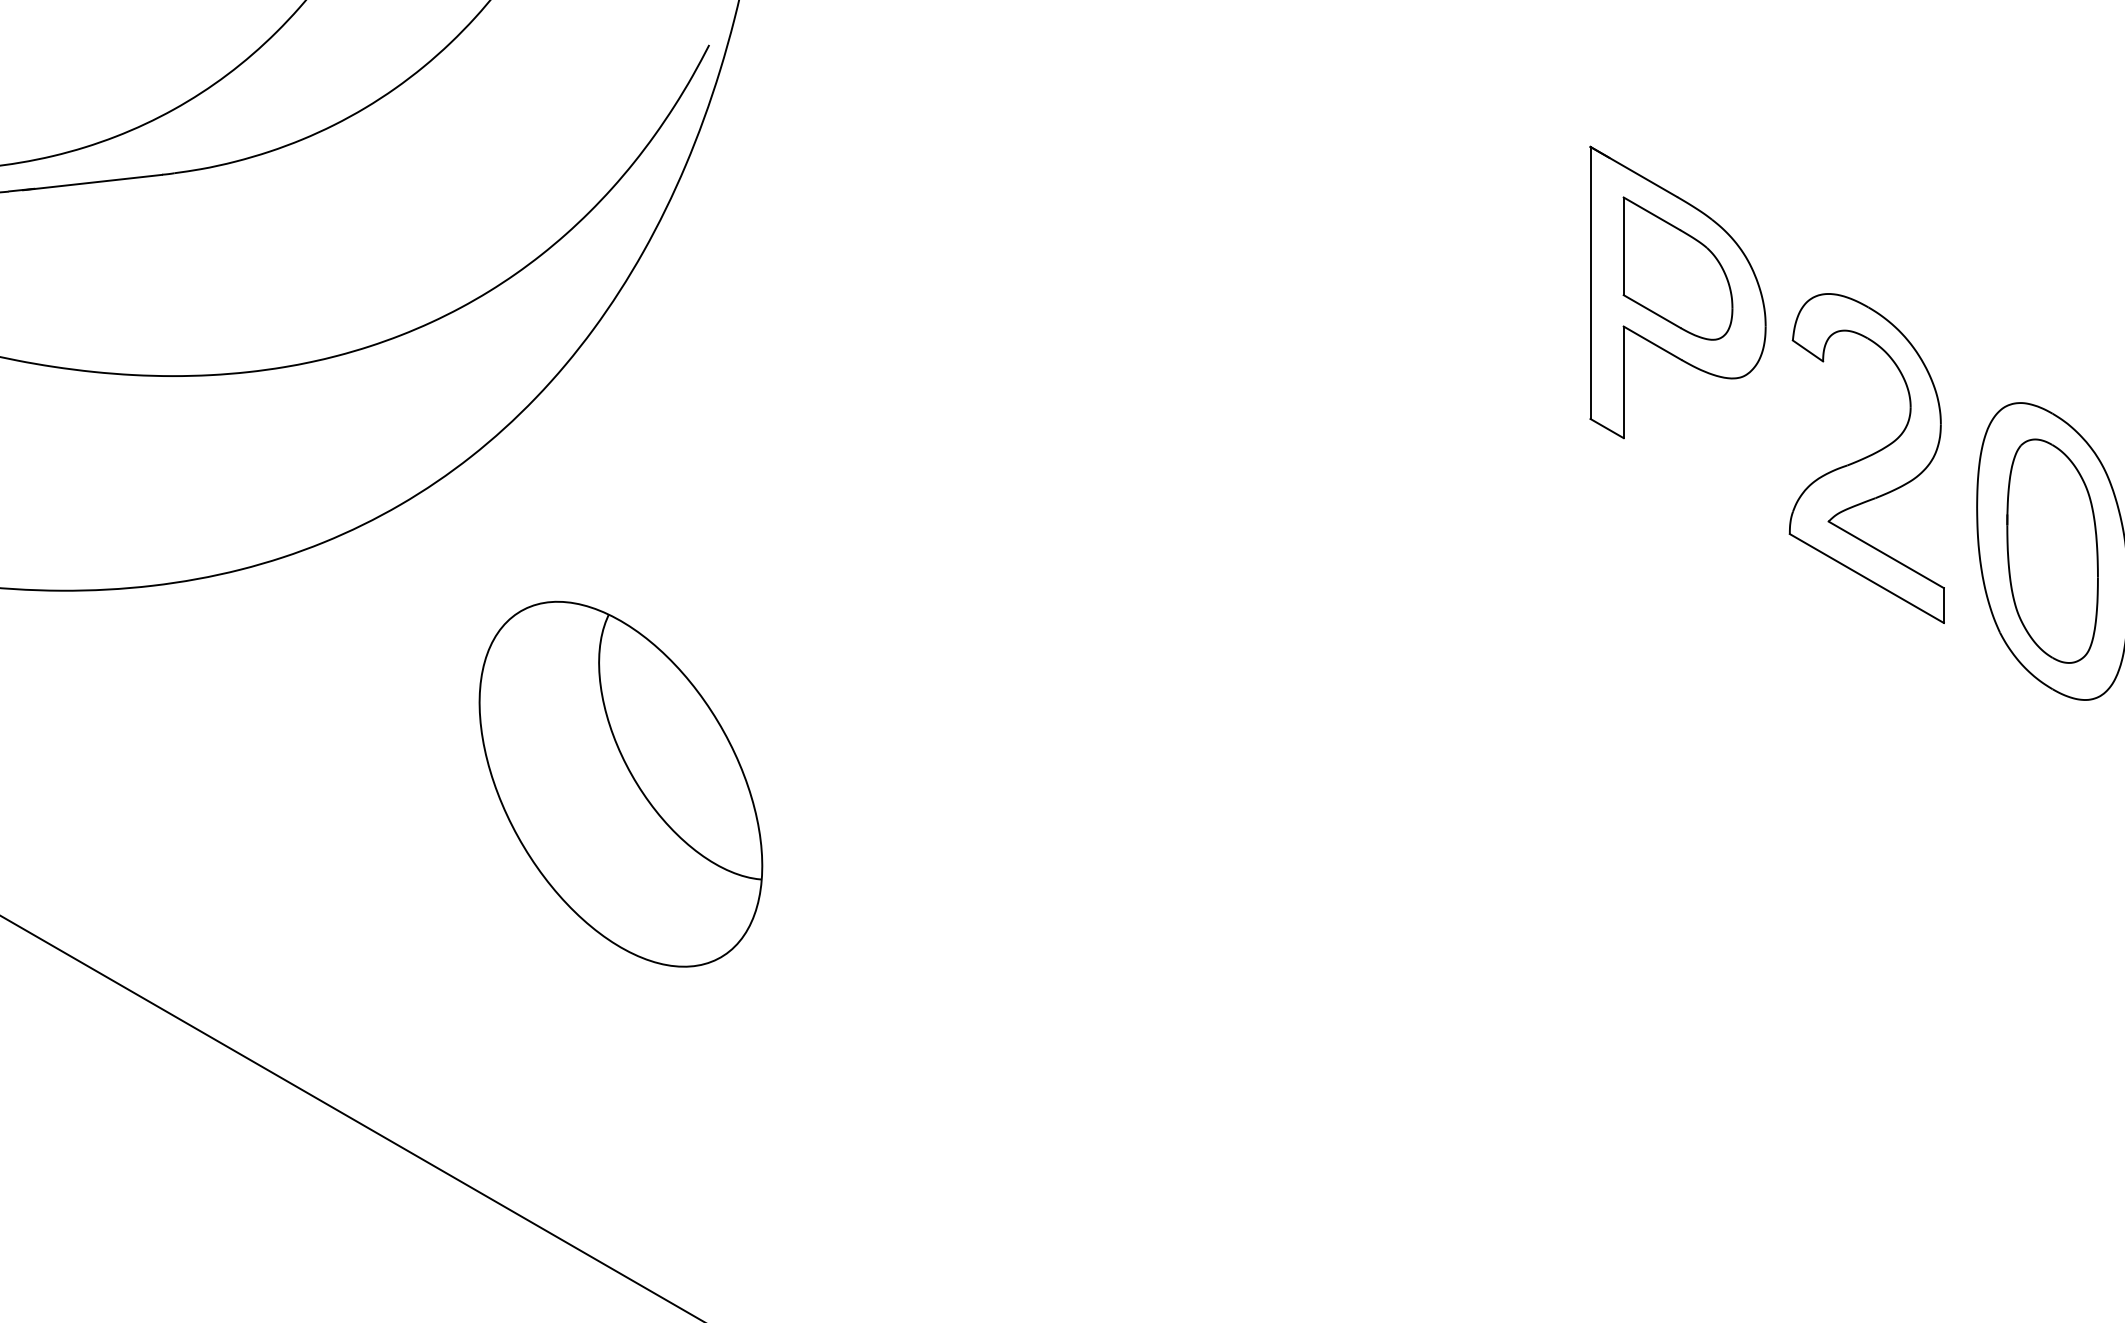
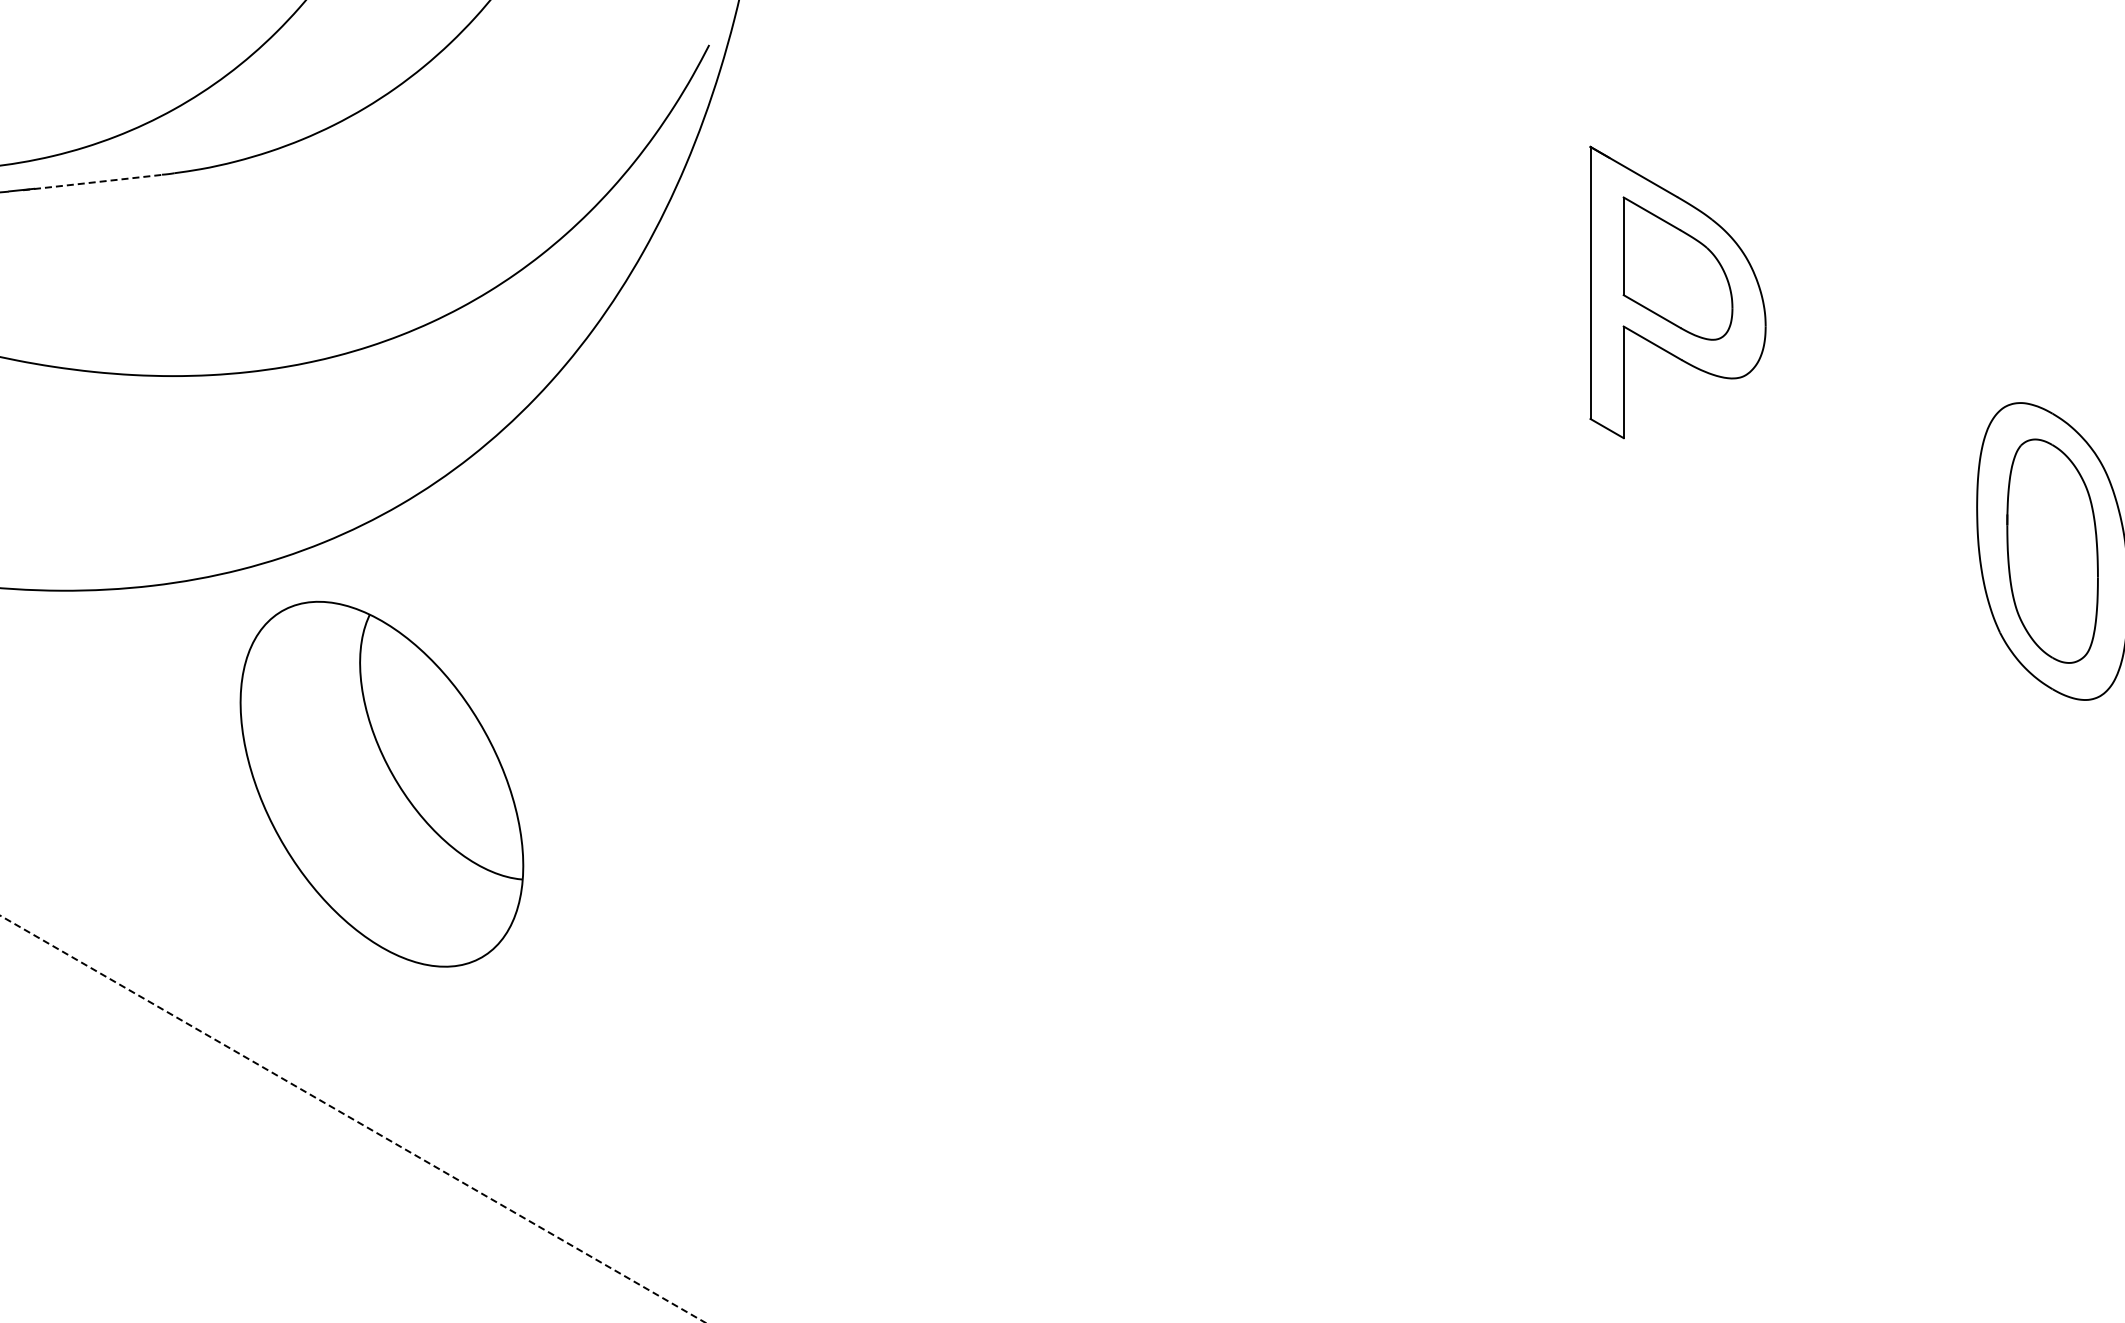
line at (92, 182): solid -> dashed
part at (1866, 458): present -> none
part at (620, 783) position: (620, 783) -> (381, 783)
line at (352, 1118): solid -> dashed
